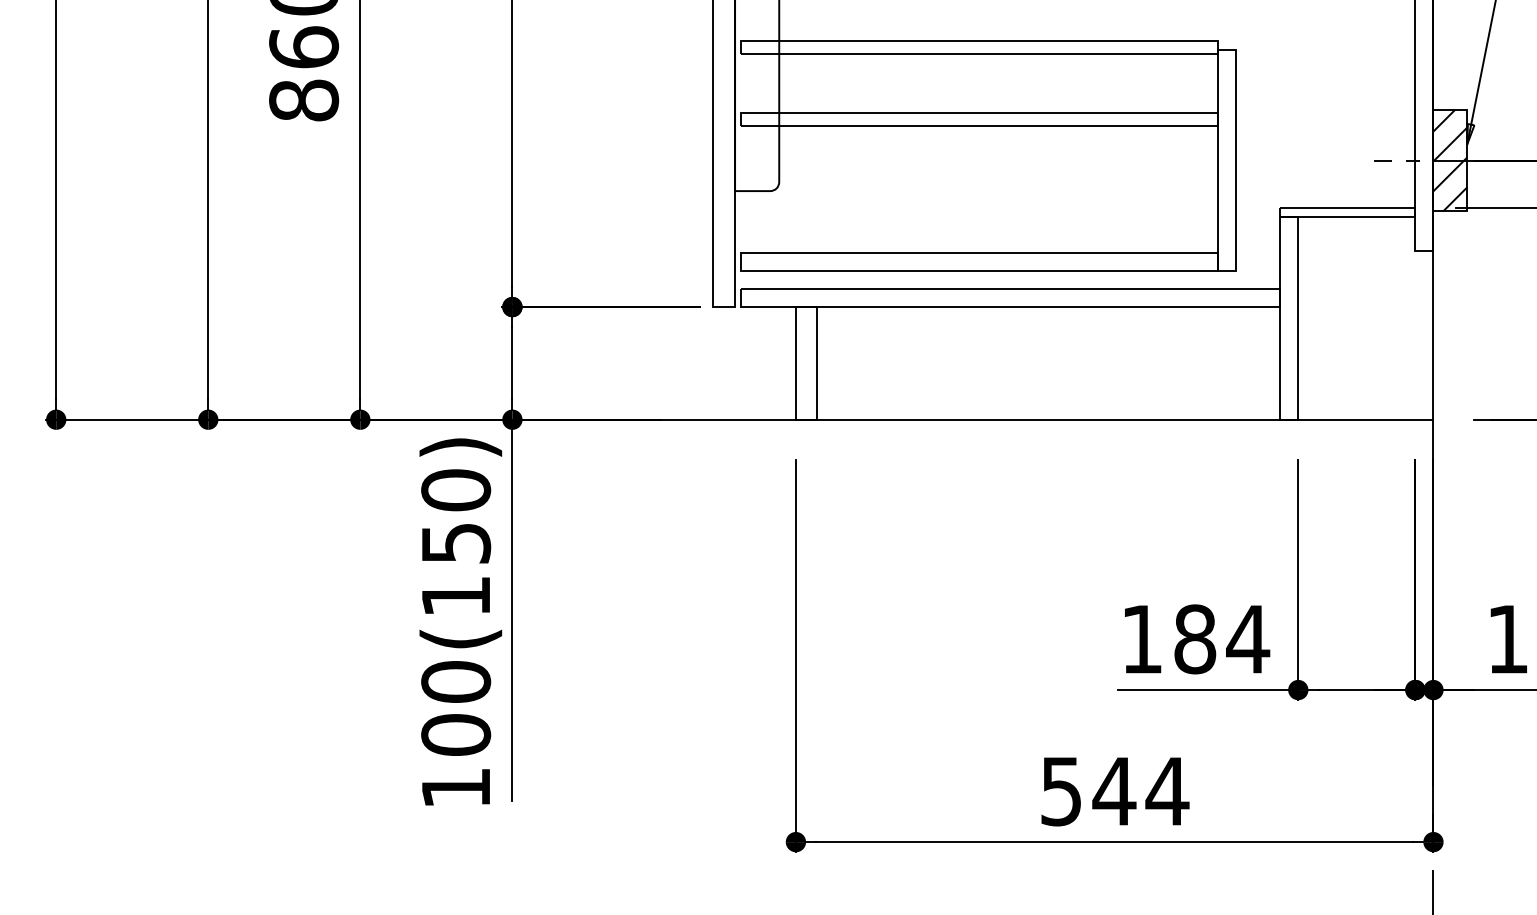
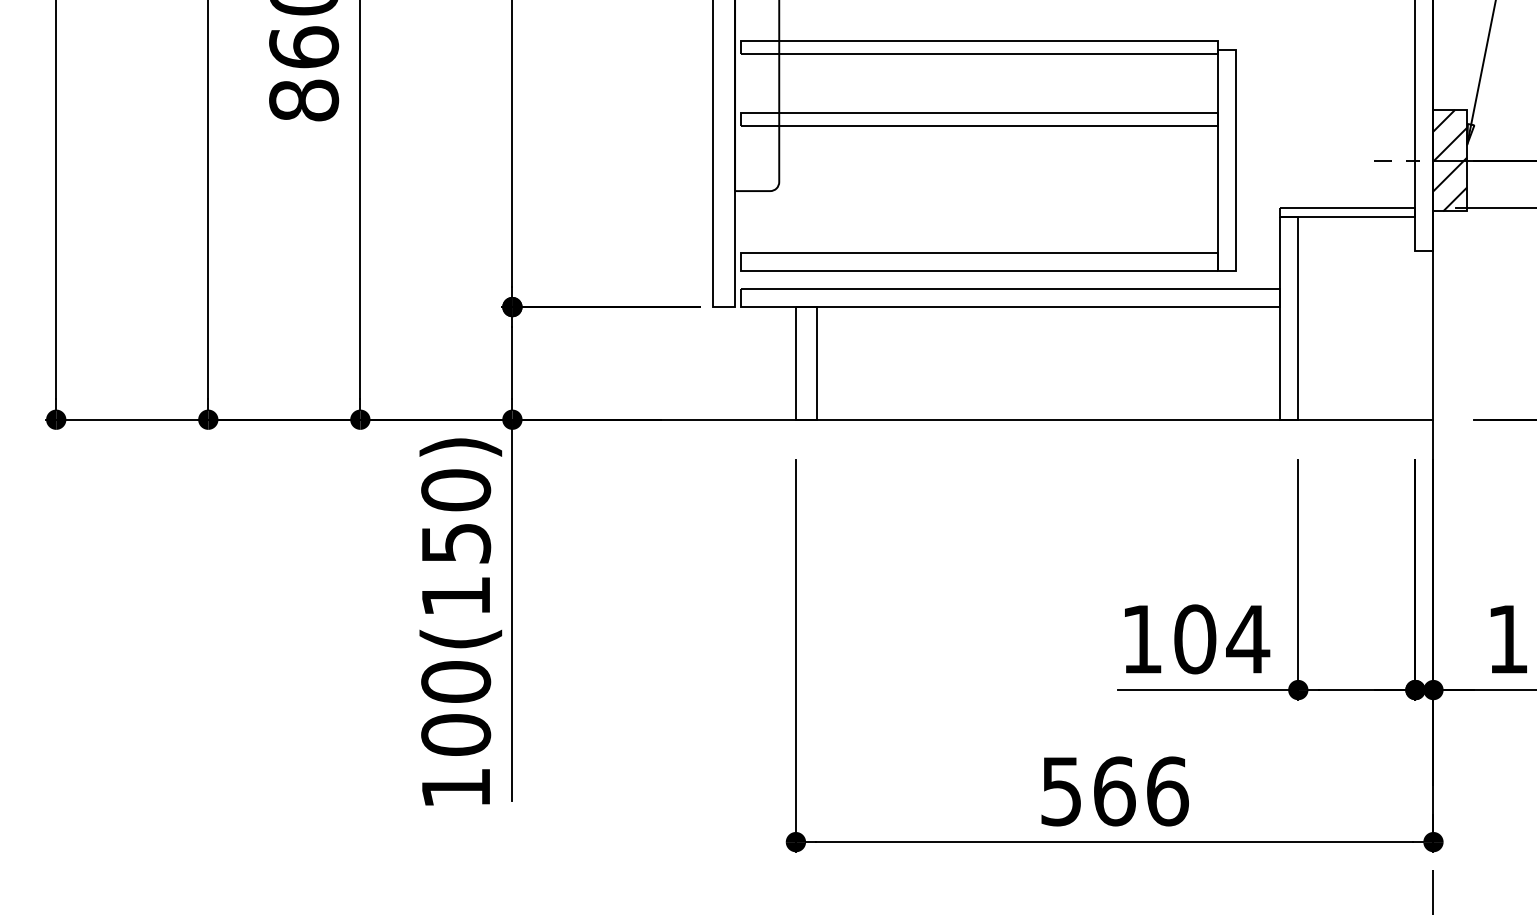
text at (1195, 639): 184 -> 104
text at (1140, 791): 544 -> 566
